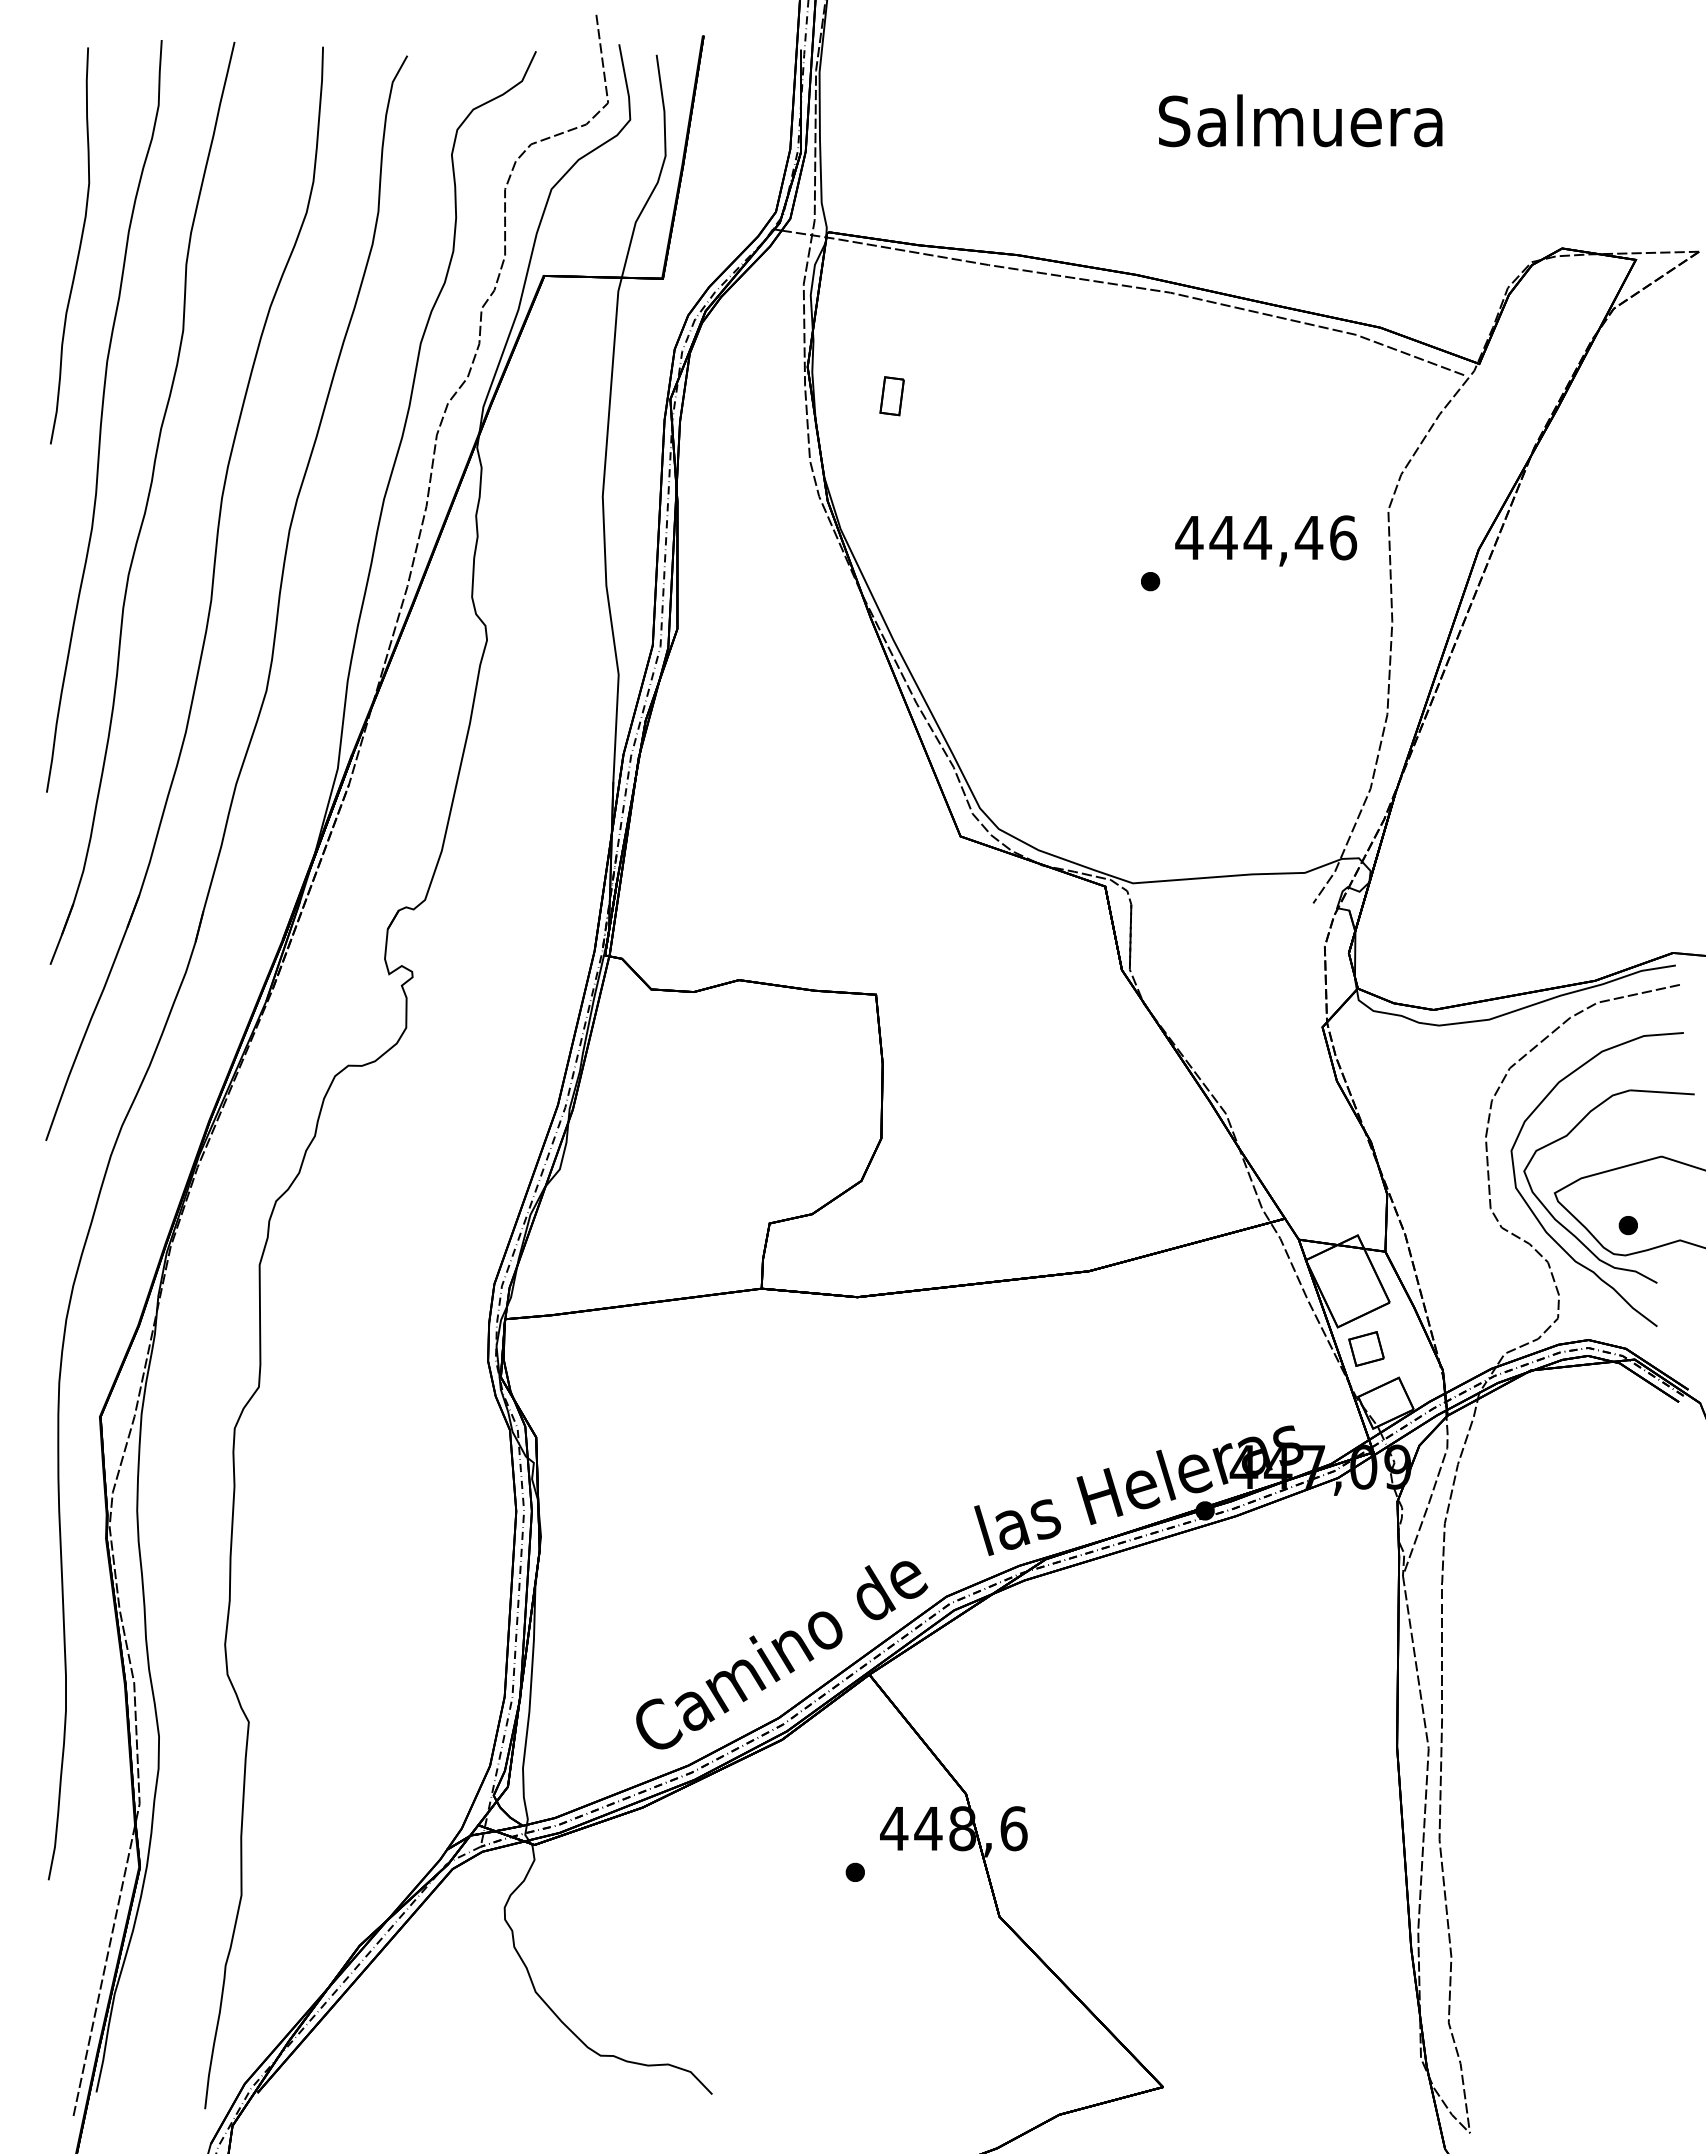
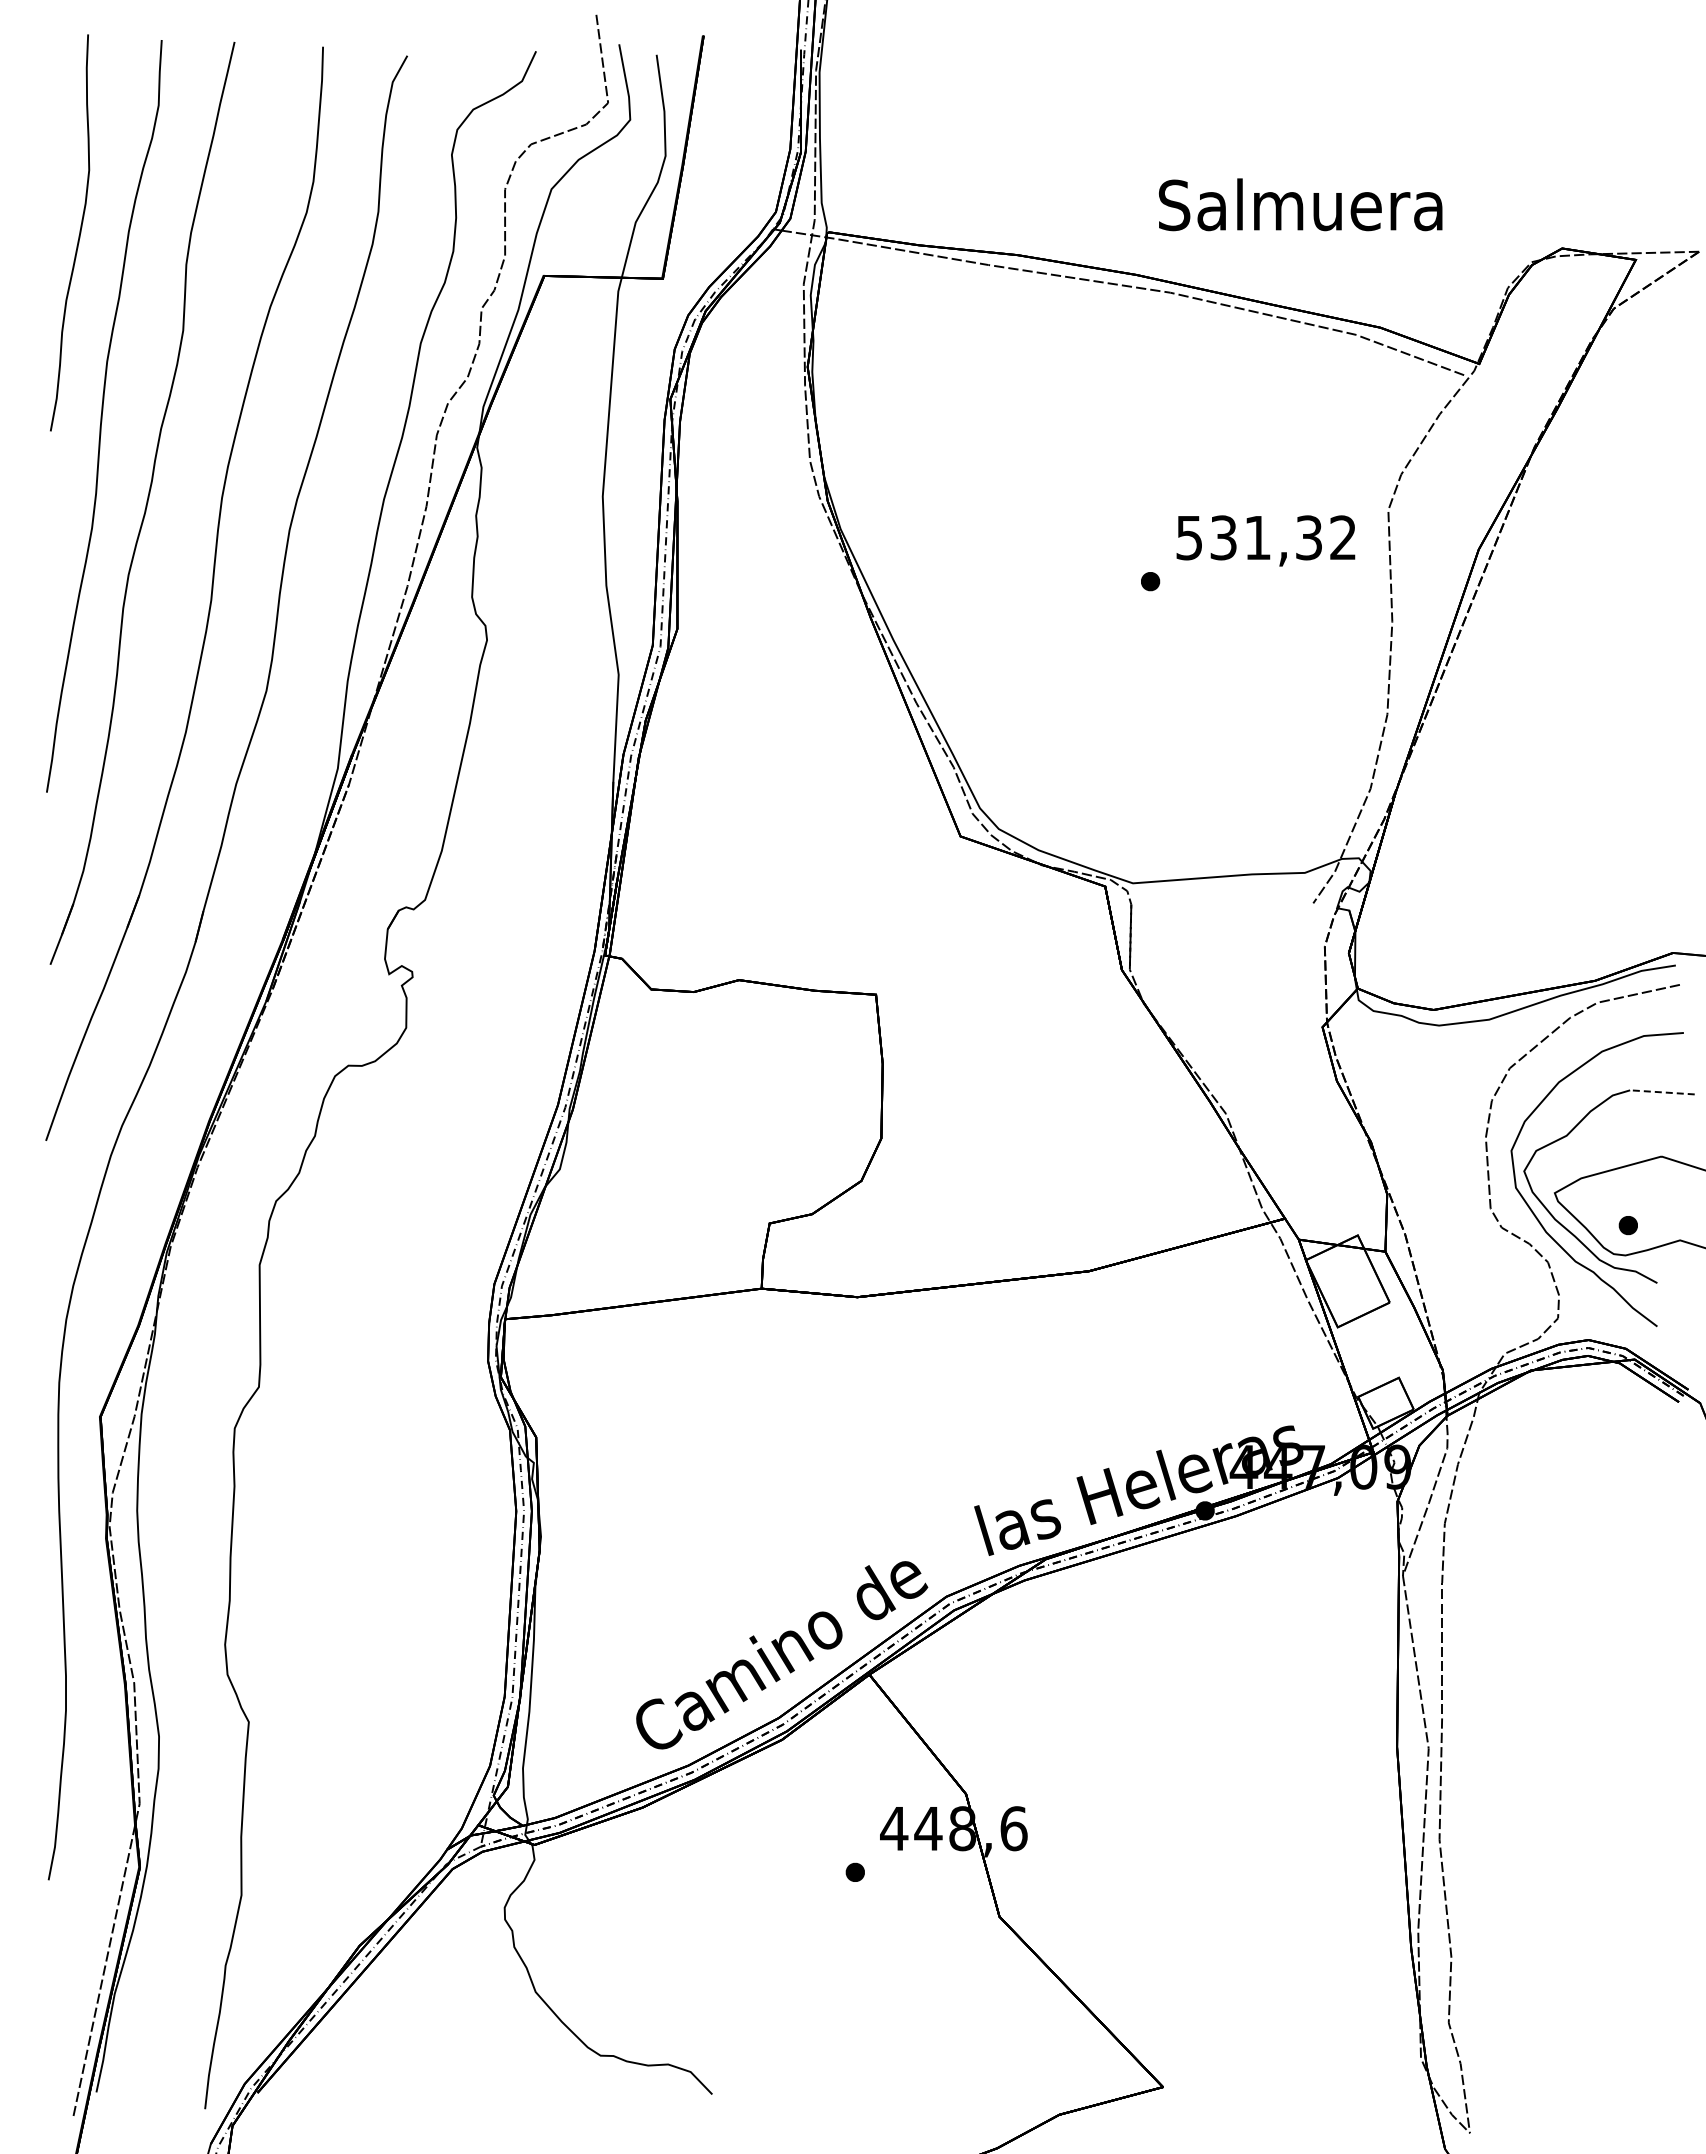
text at (1300, 120) position: (1300, 120) -> (1300, 204)
curve at (78, 248) position: (78, 248) -> (78, 235)
part at (891, 396): present -> none
text at (1266, 537): 444,46 -> 531,32
line at (1661, 1092): solid -> dashed
part at (1366, 1348): present -> none
